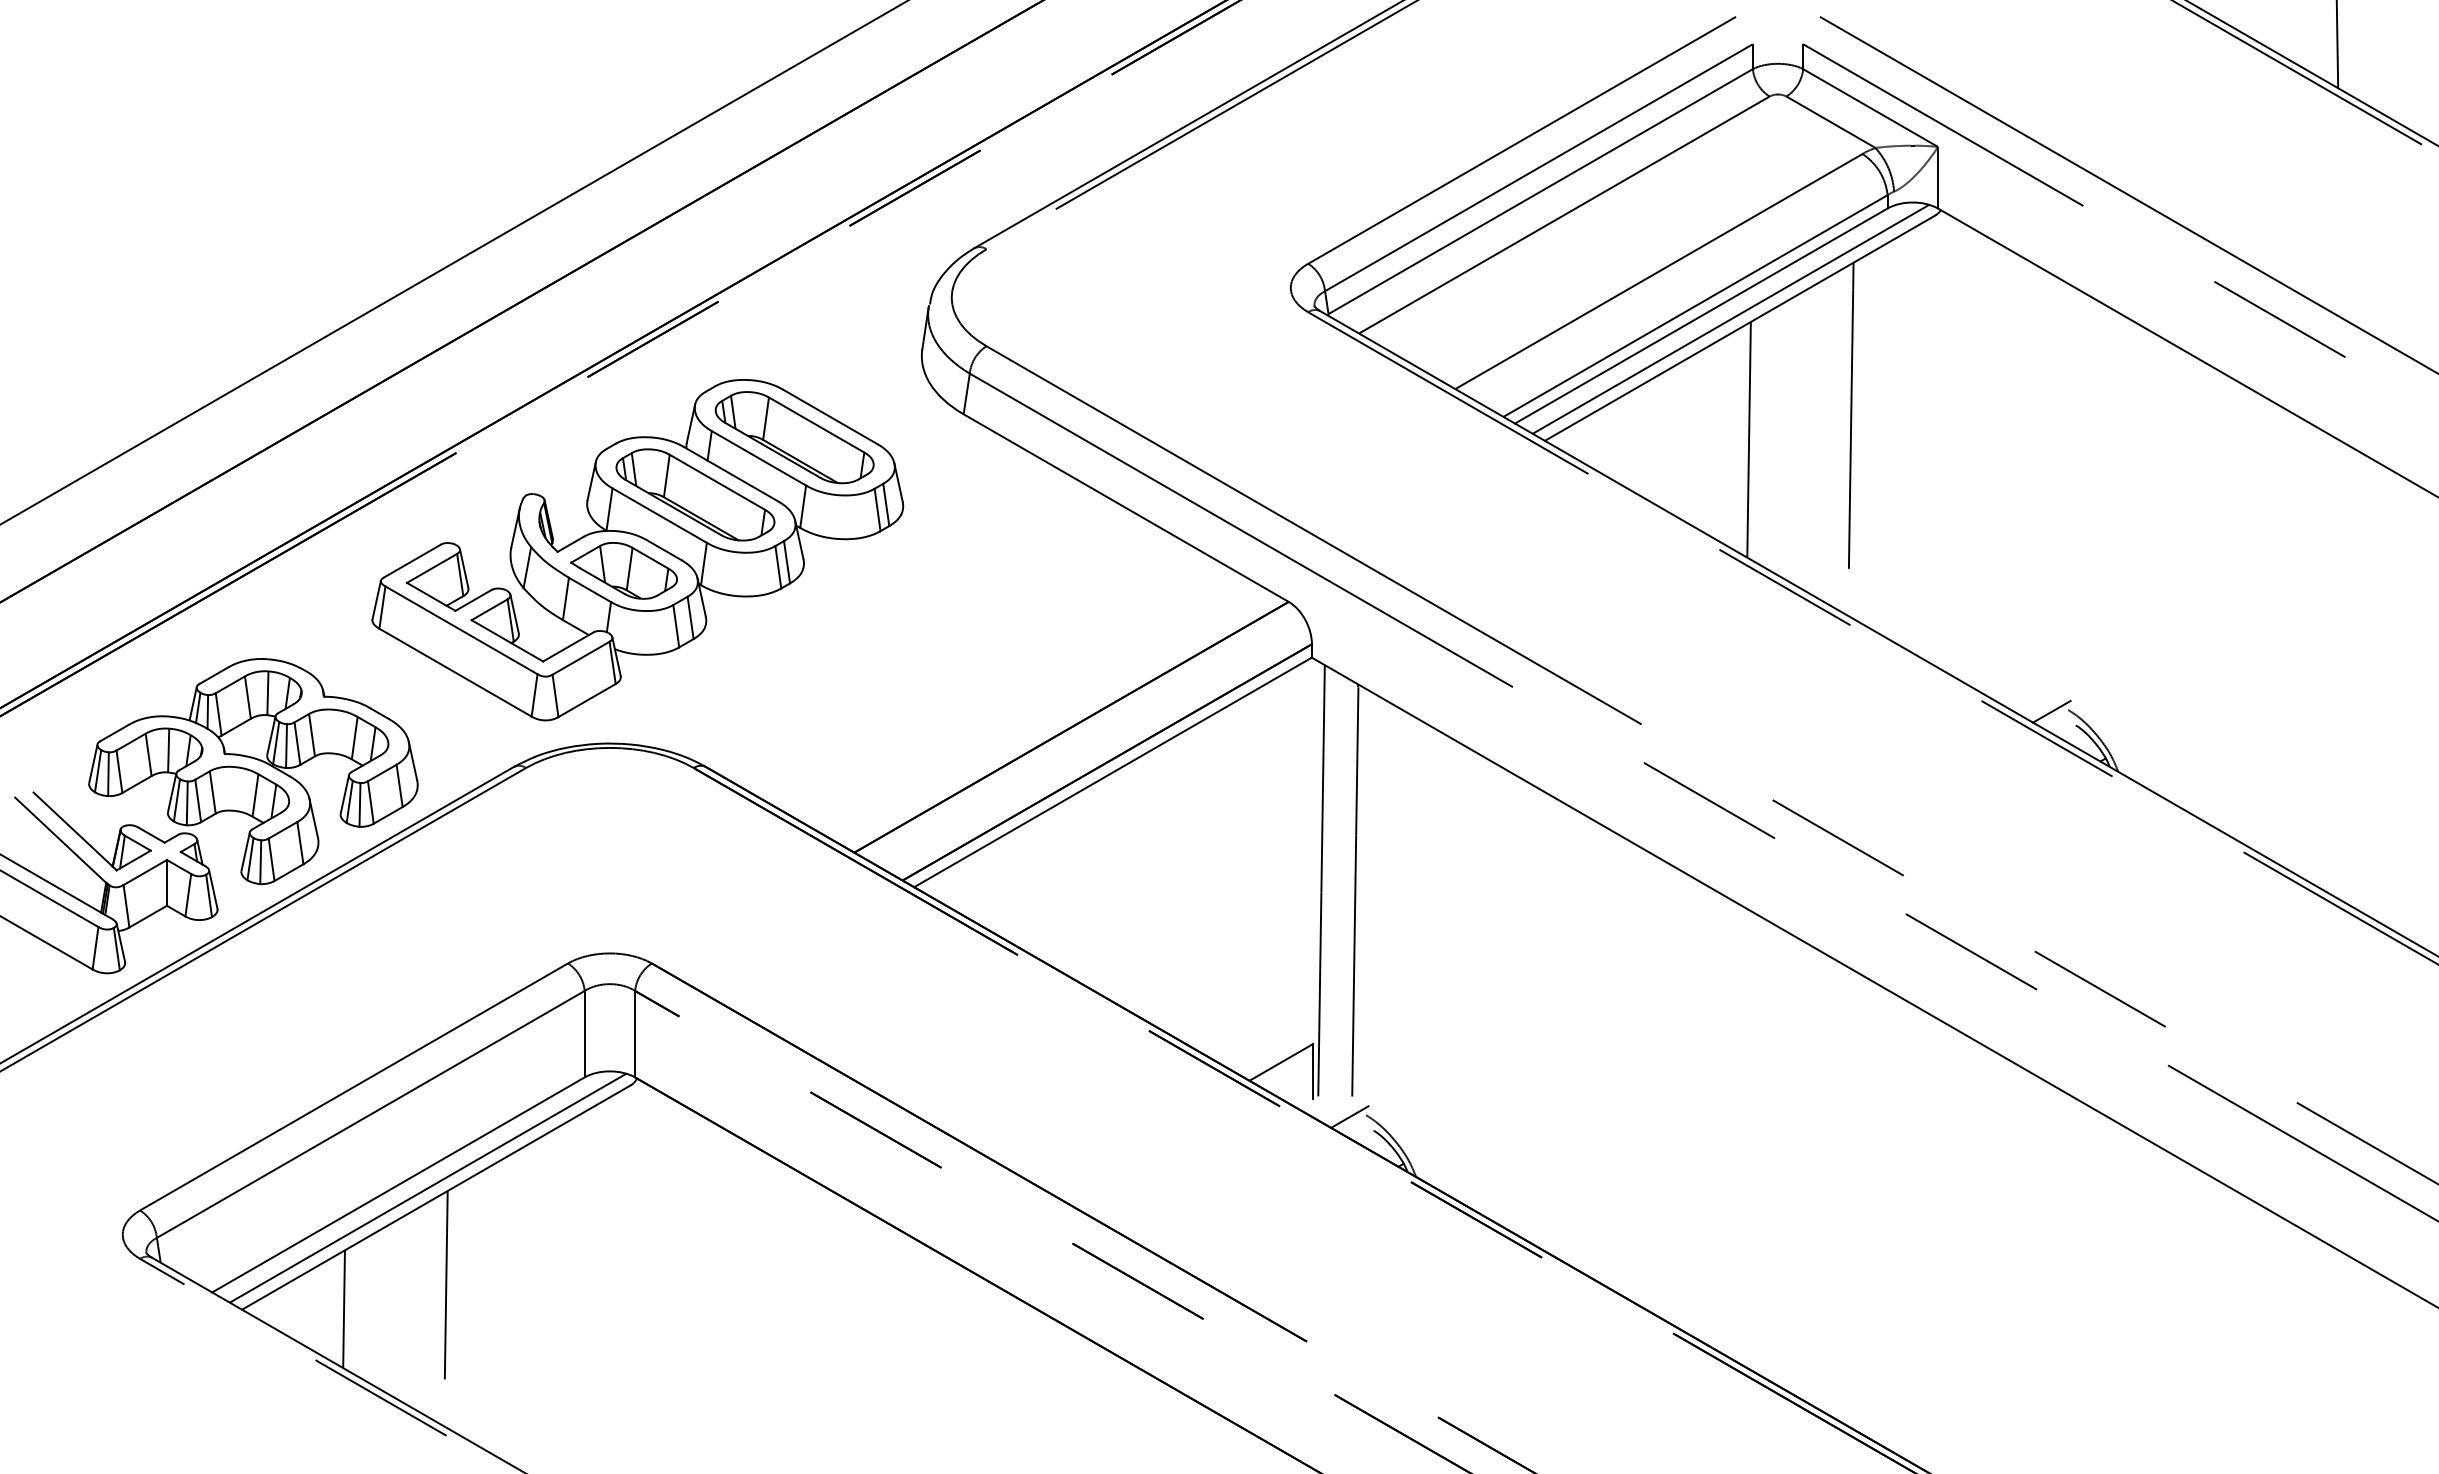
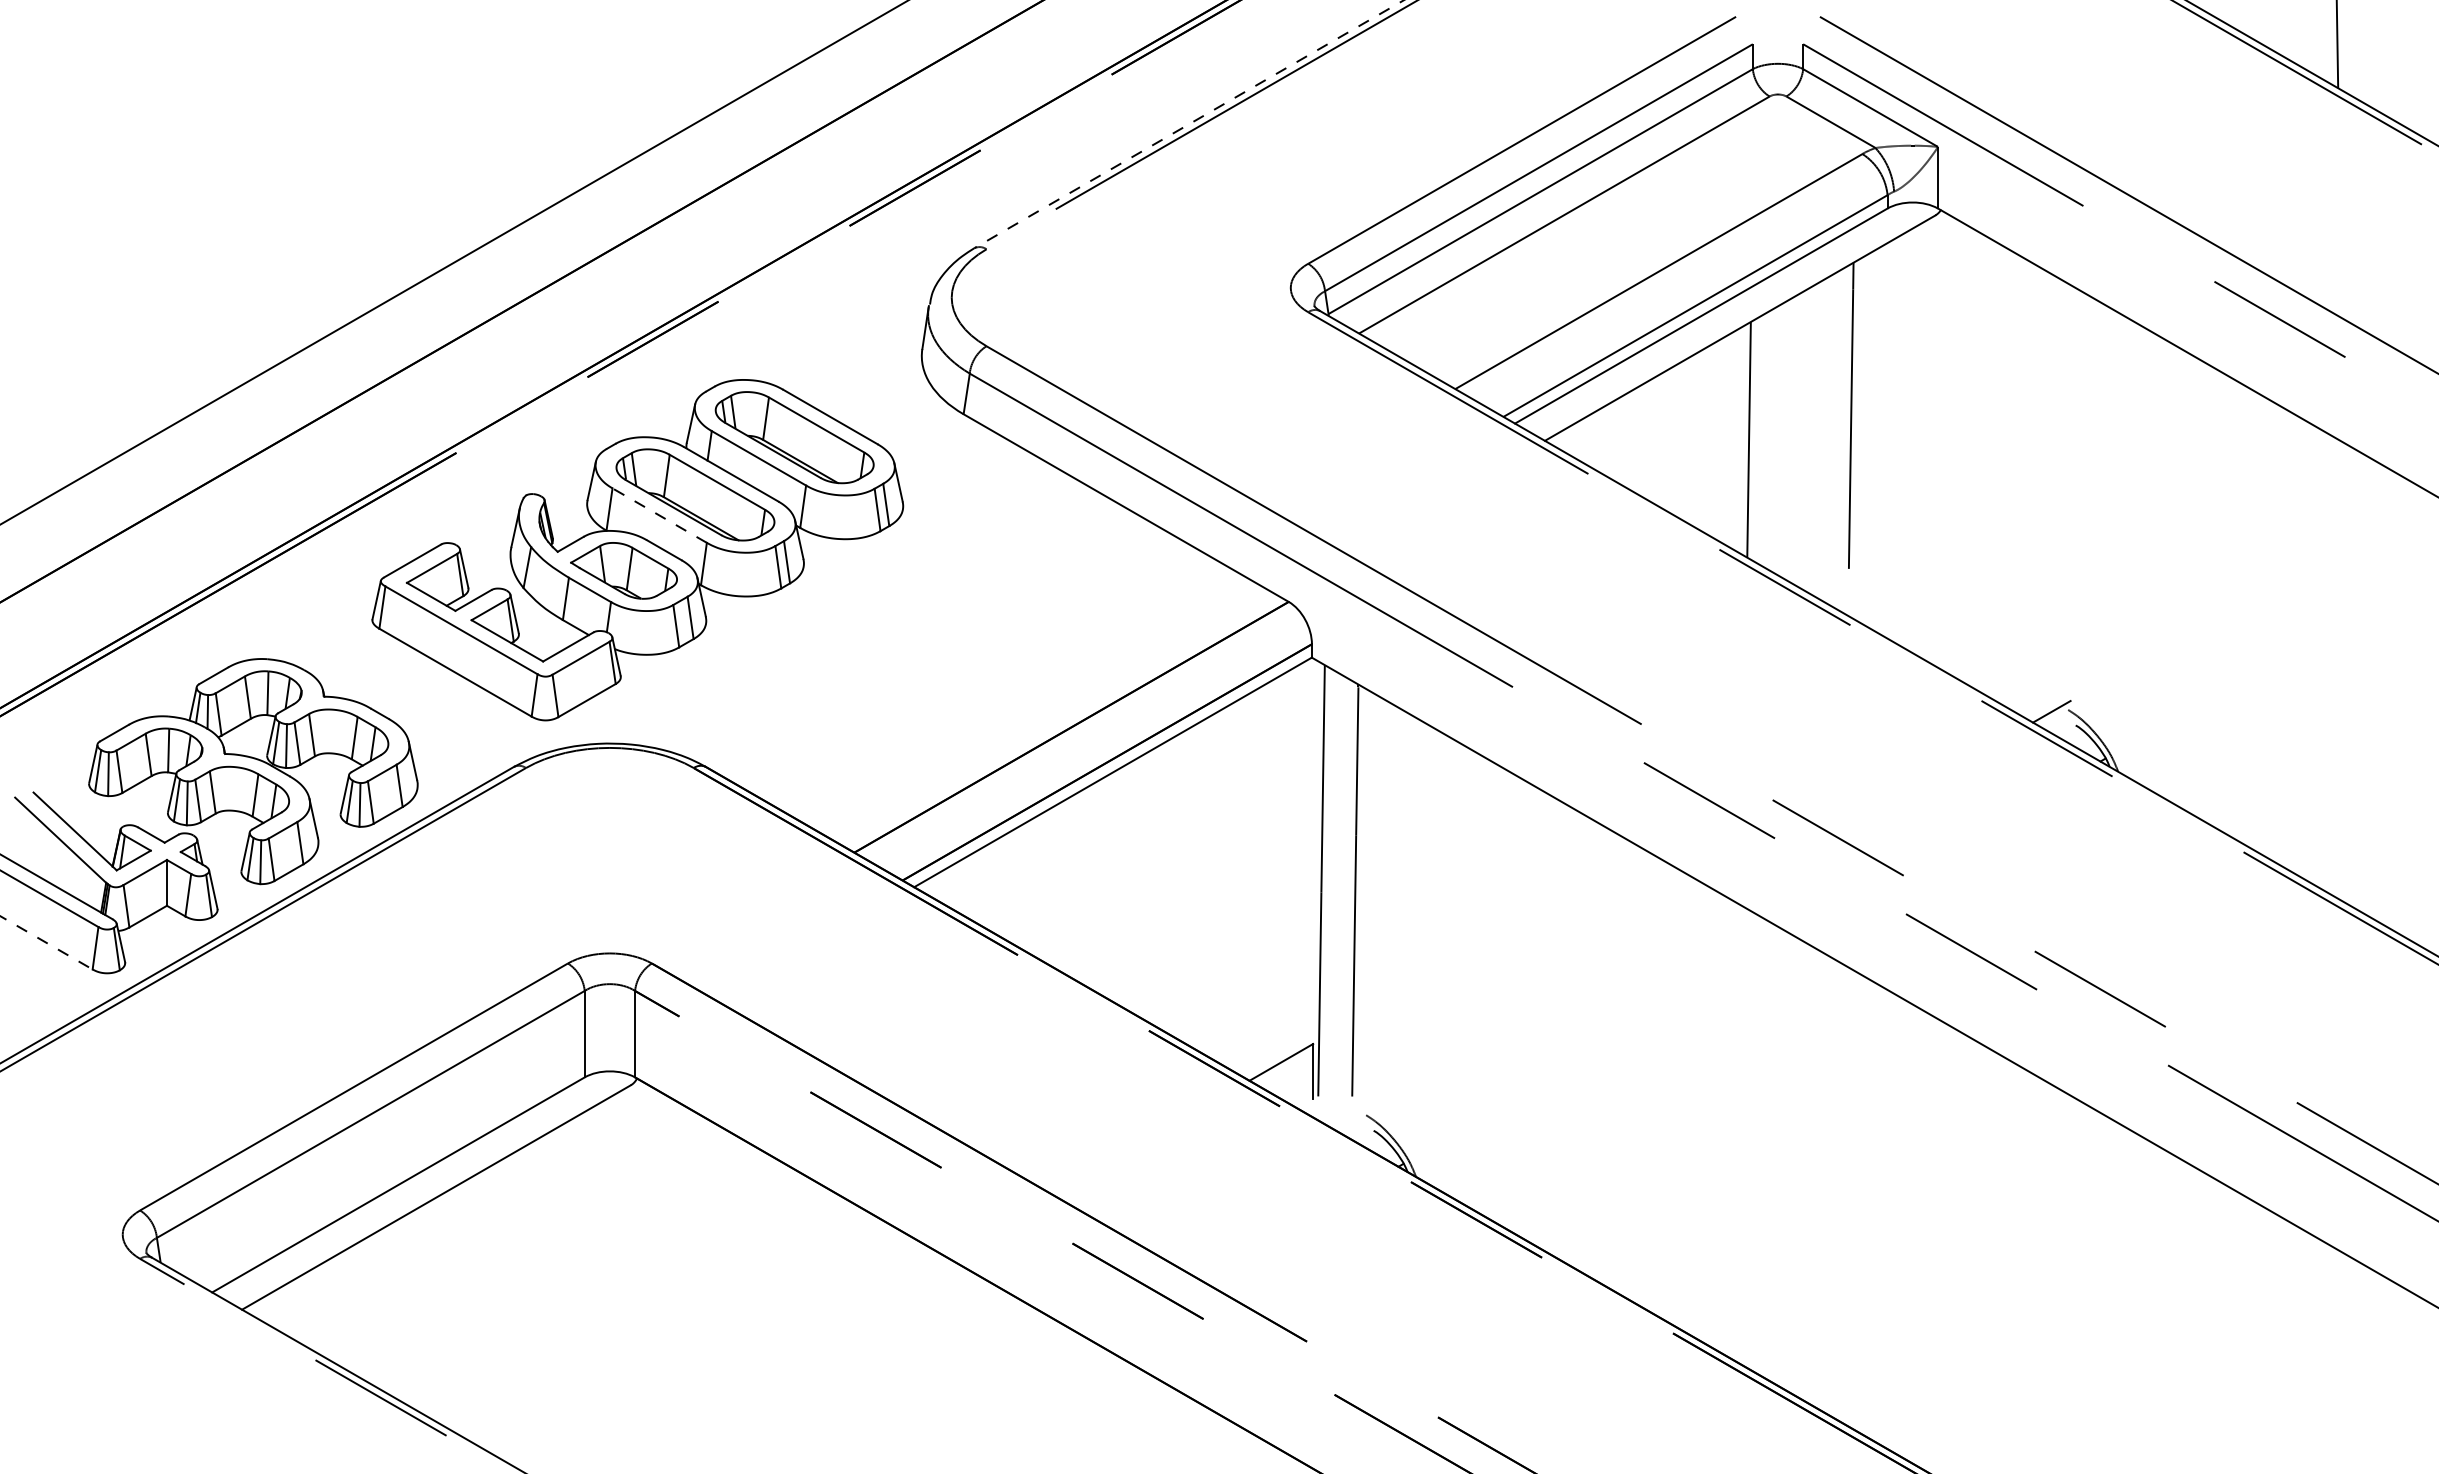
line at (1189, 124): solid -> dashed
line at (1730, 318): present -> none
line at (659, 515): solid -> dashed
line at (46, 943): solid -> dashed
line at (1349, 1116): present -> none
line at (427, 1187): present -> none
line at (445, 1285): present -> none
line at (343, 1309): present -> none
